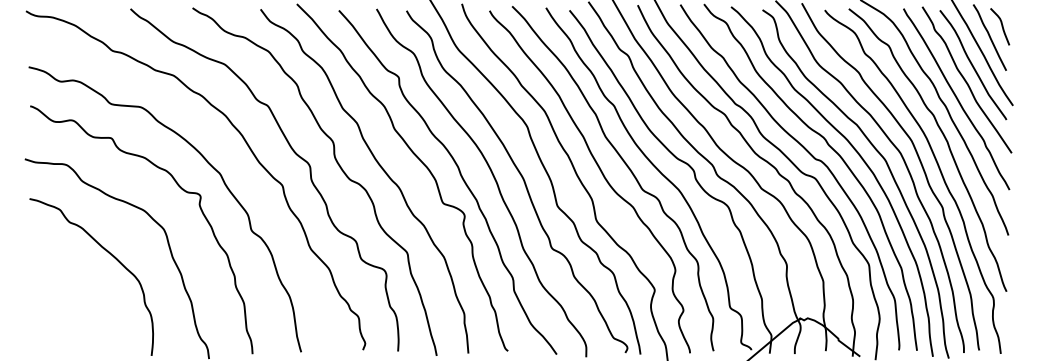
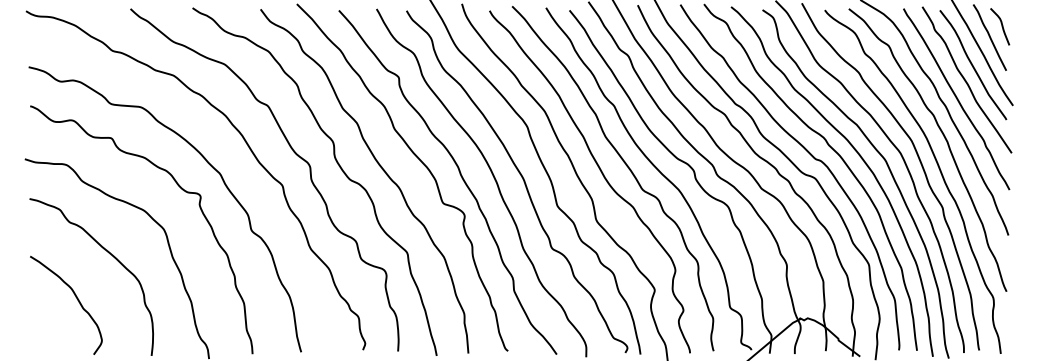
curve at (75, 297): none -> present
